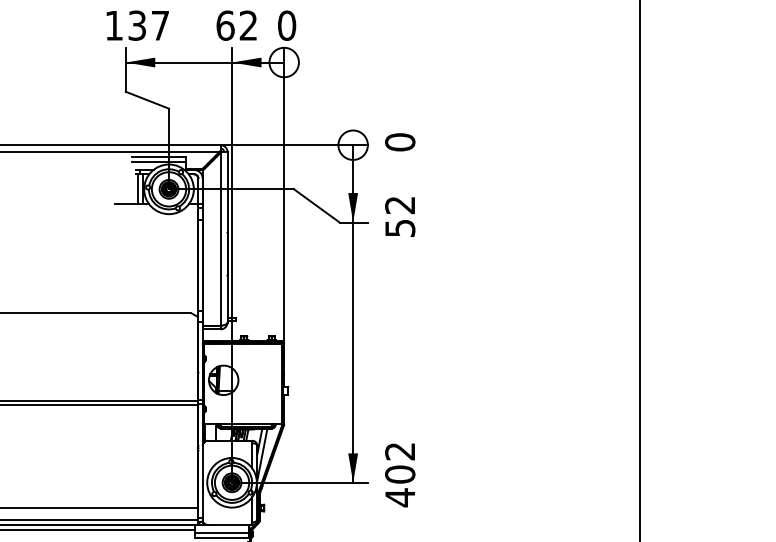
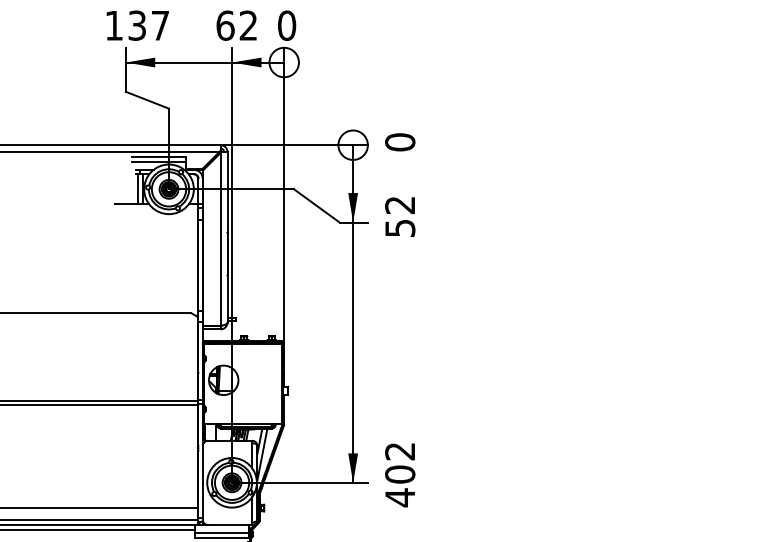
line at (640, 270): present -> none
